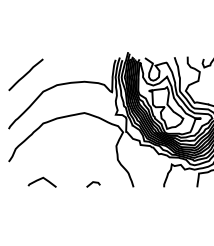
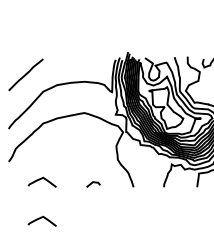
curve at (41, 218): none -> present
